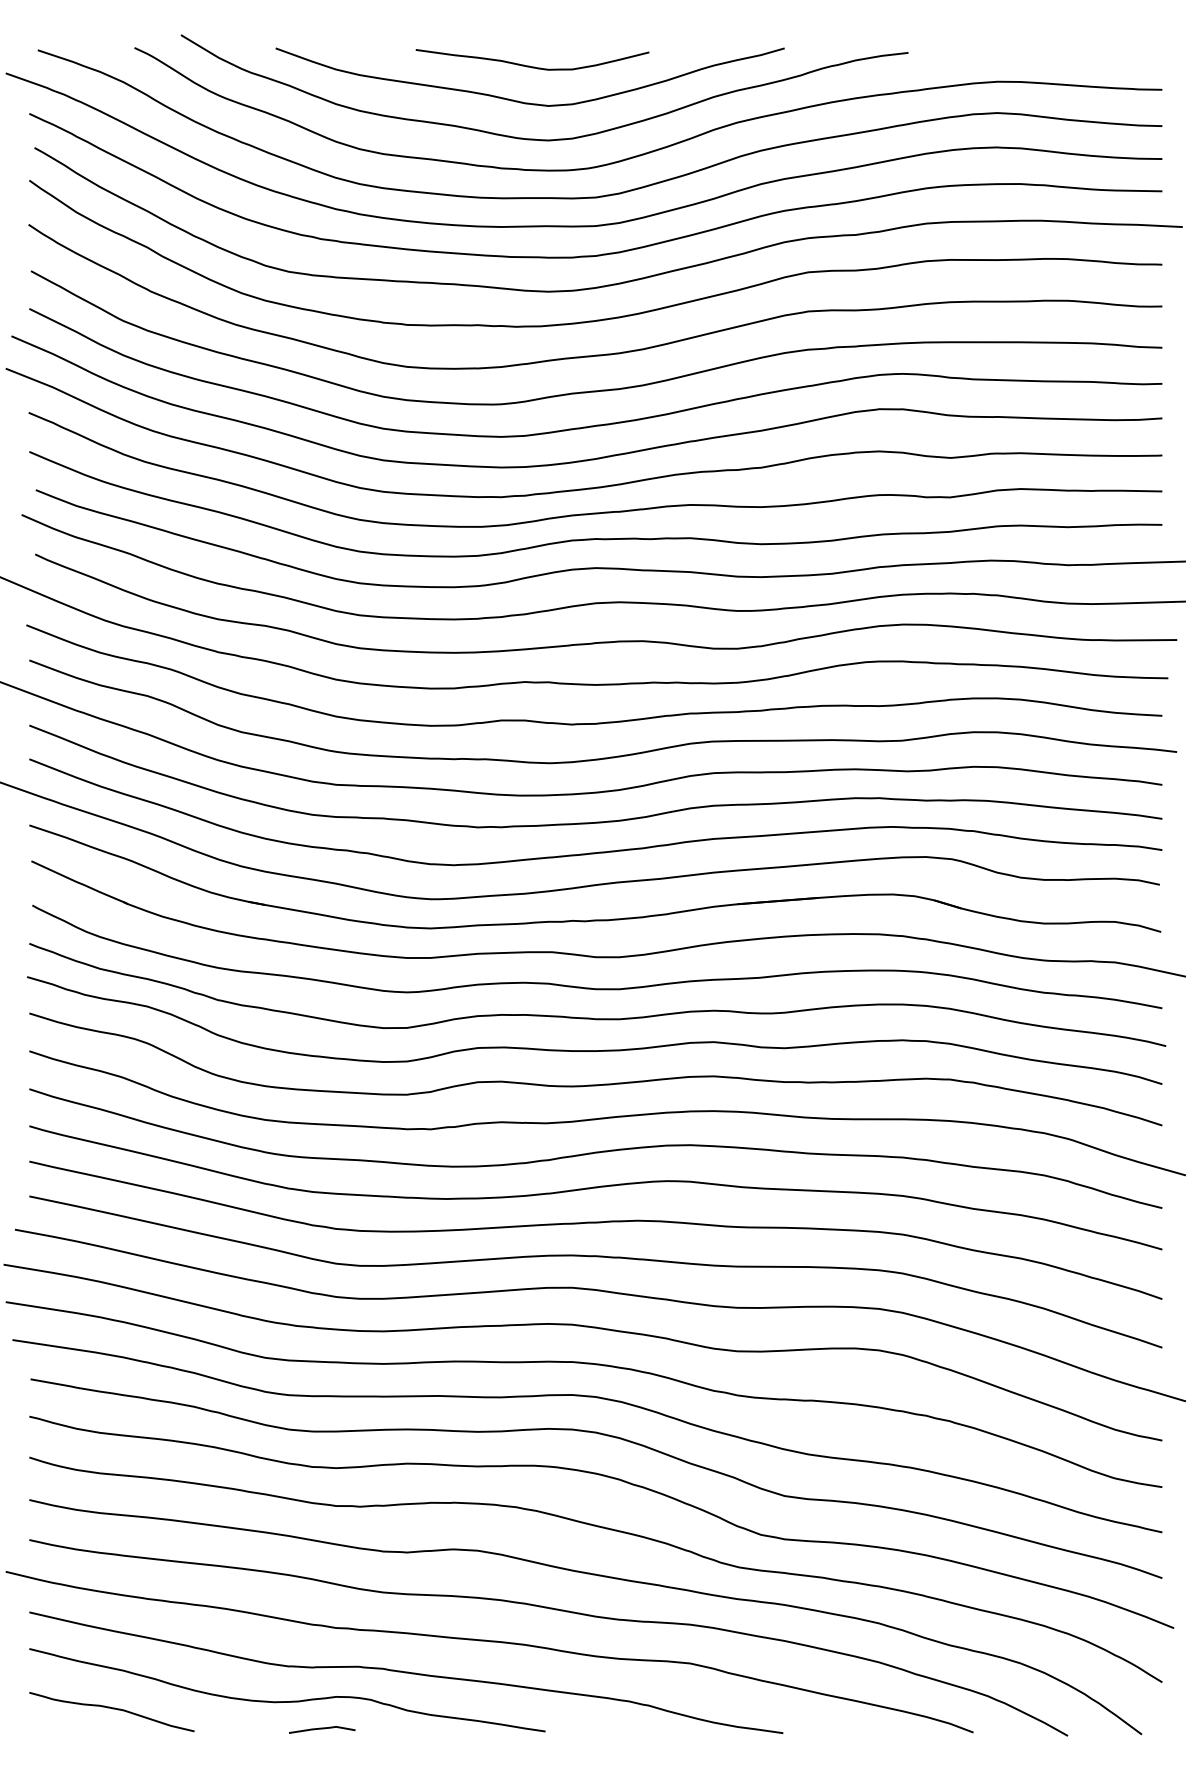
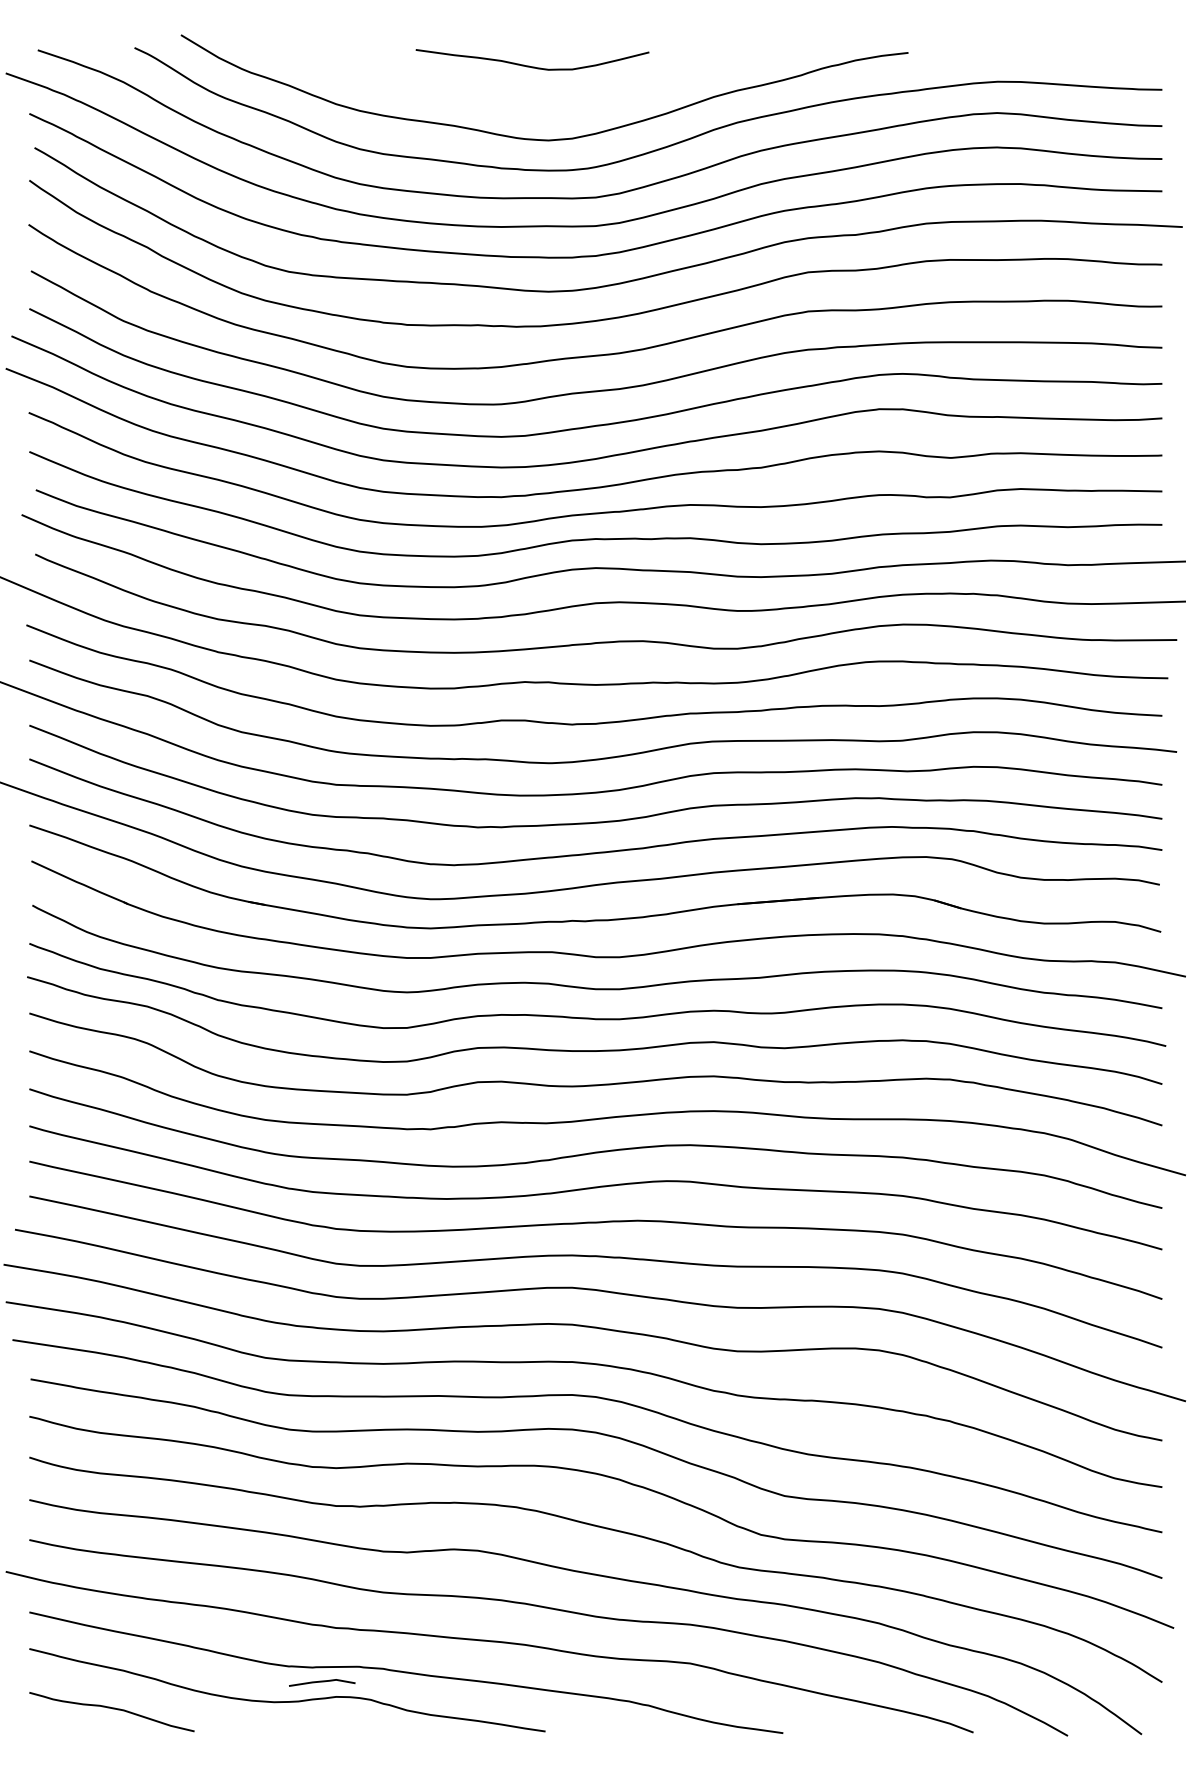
curve at (522, 101): present -> none
line at (322, 1729) position: (322, 1729) -> (322, 1682)
